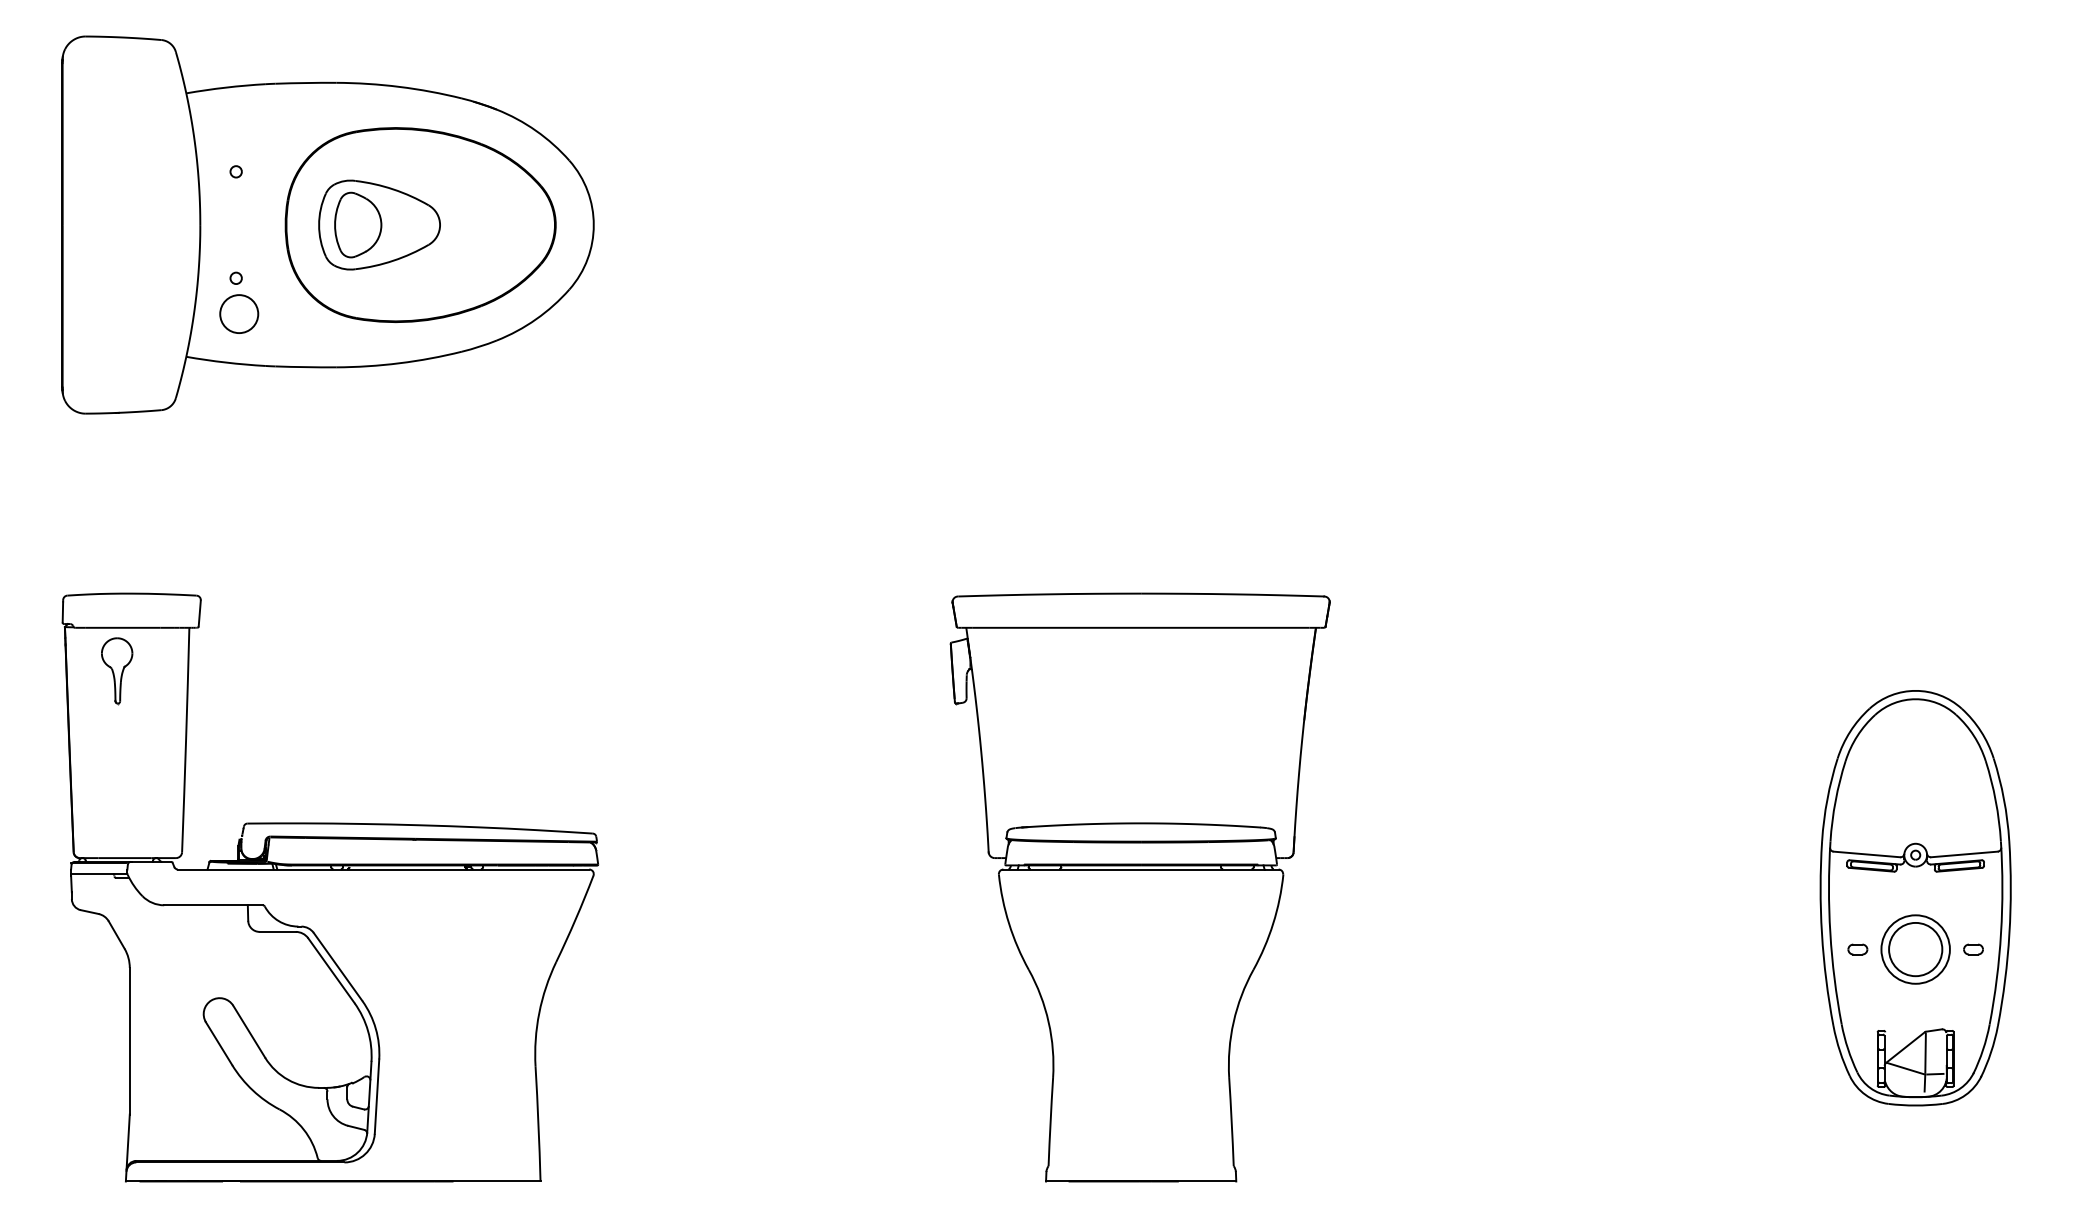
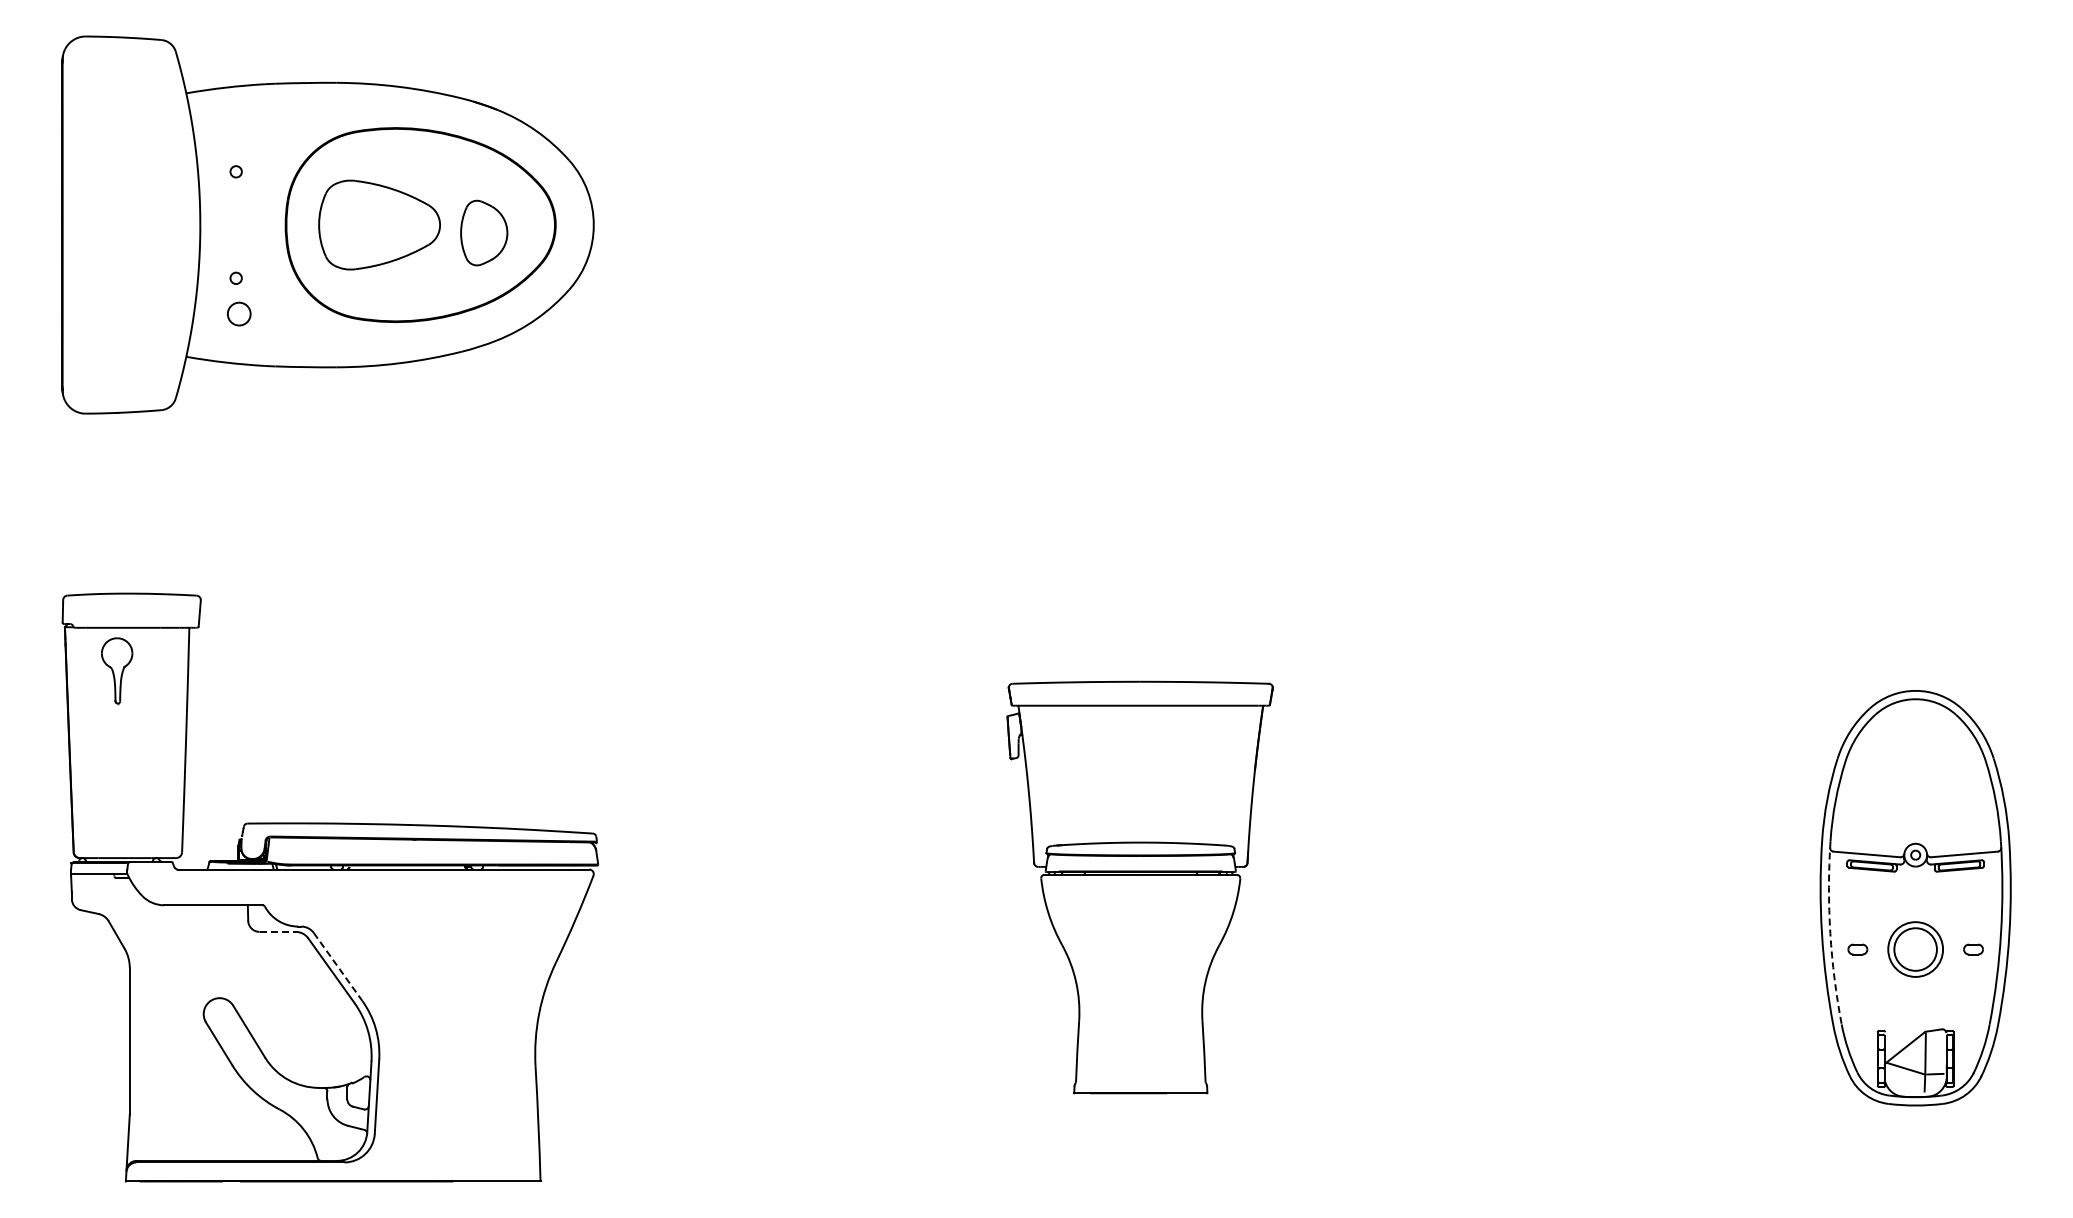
part at (358, 224) position: (358, 224) -> (484, 232)
circle at (239, 314) diameter: 38 px -> 23 px
part at (1139, 887) size: 382x591 px -> 268x415 px
line at (278, 931): solid -> dashed
arc at (1830, 933): solid -> dashed
part at (1915, 949) size: 71x71 px -> 57x57 px
line at (338, 966): solid -> dashed
